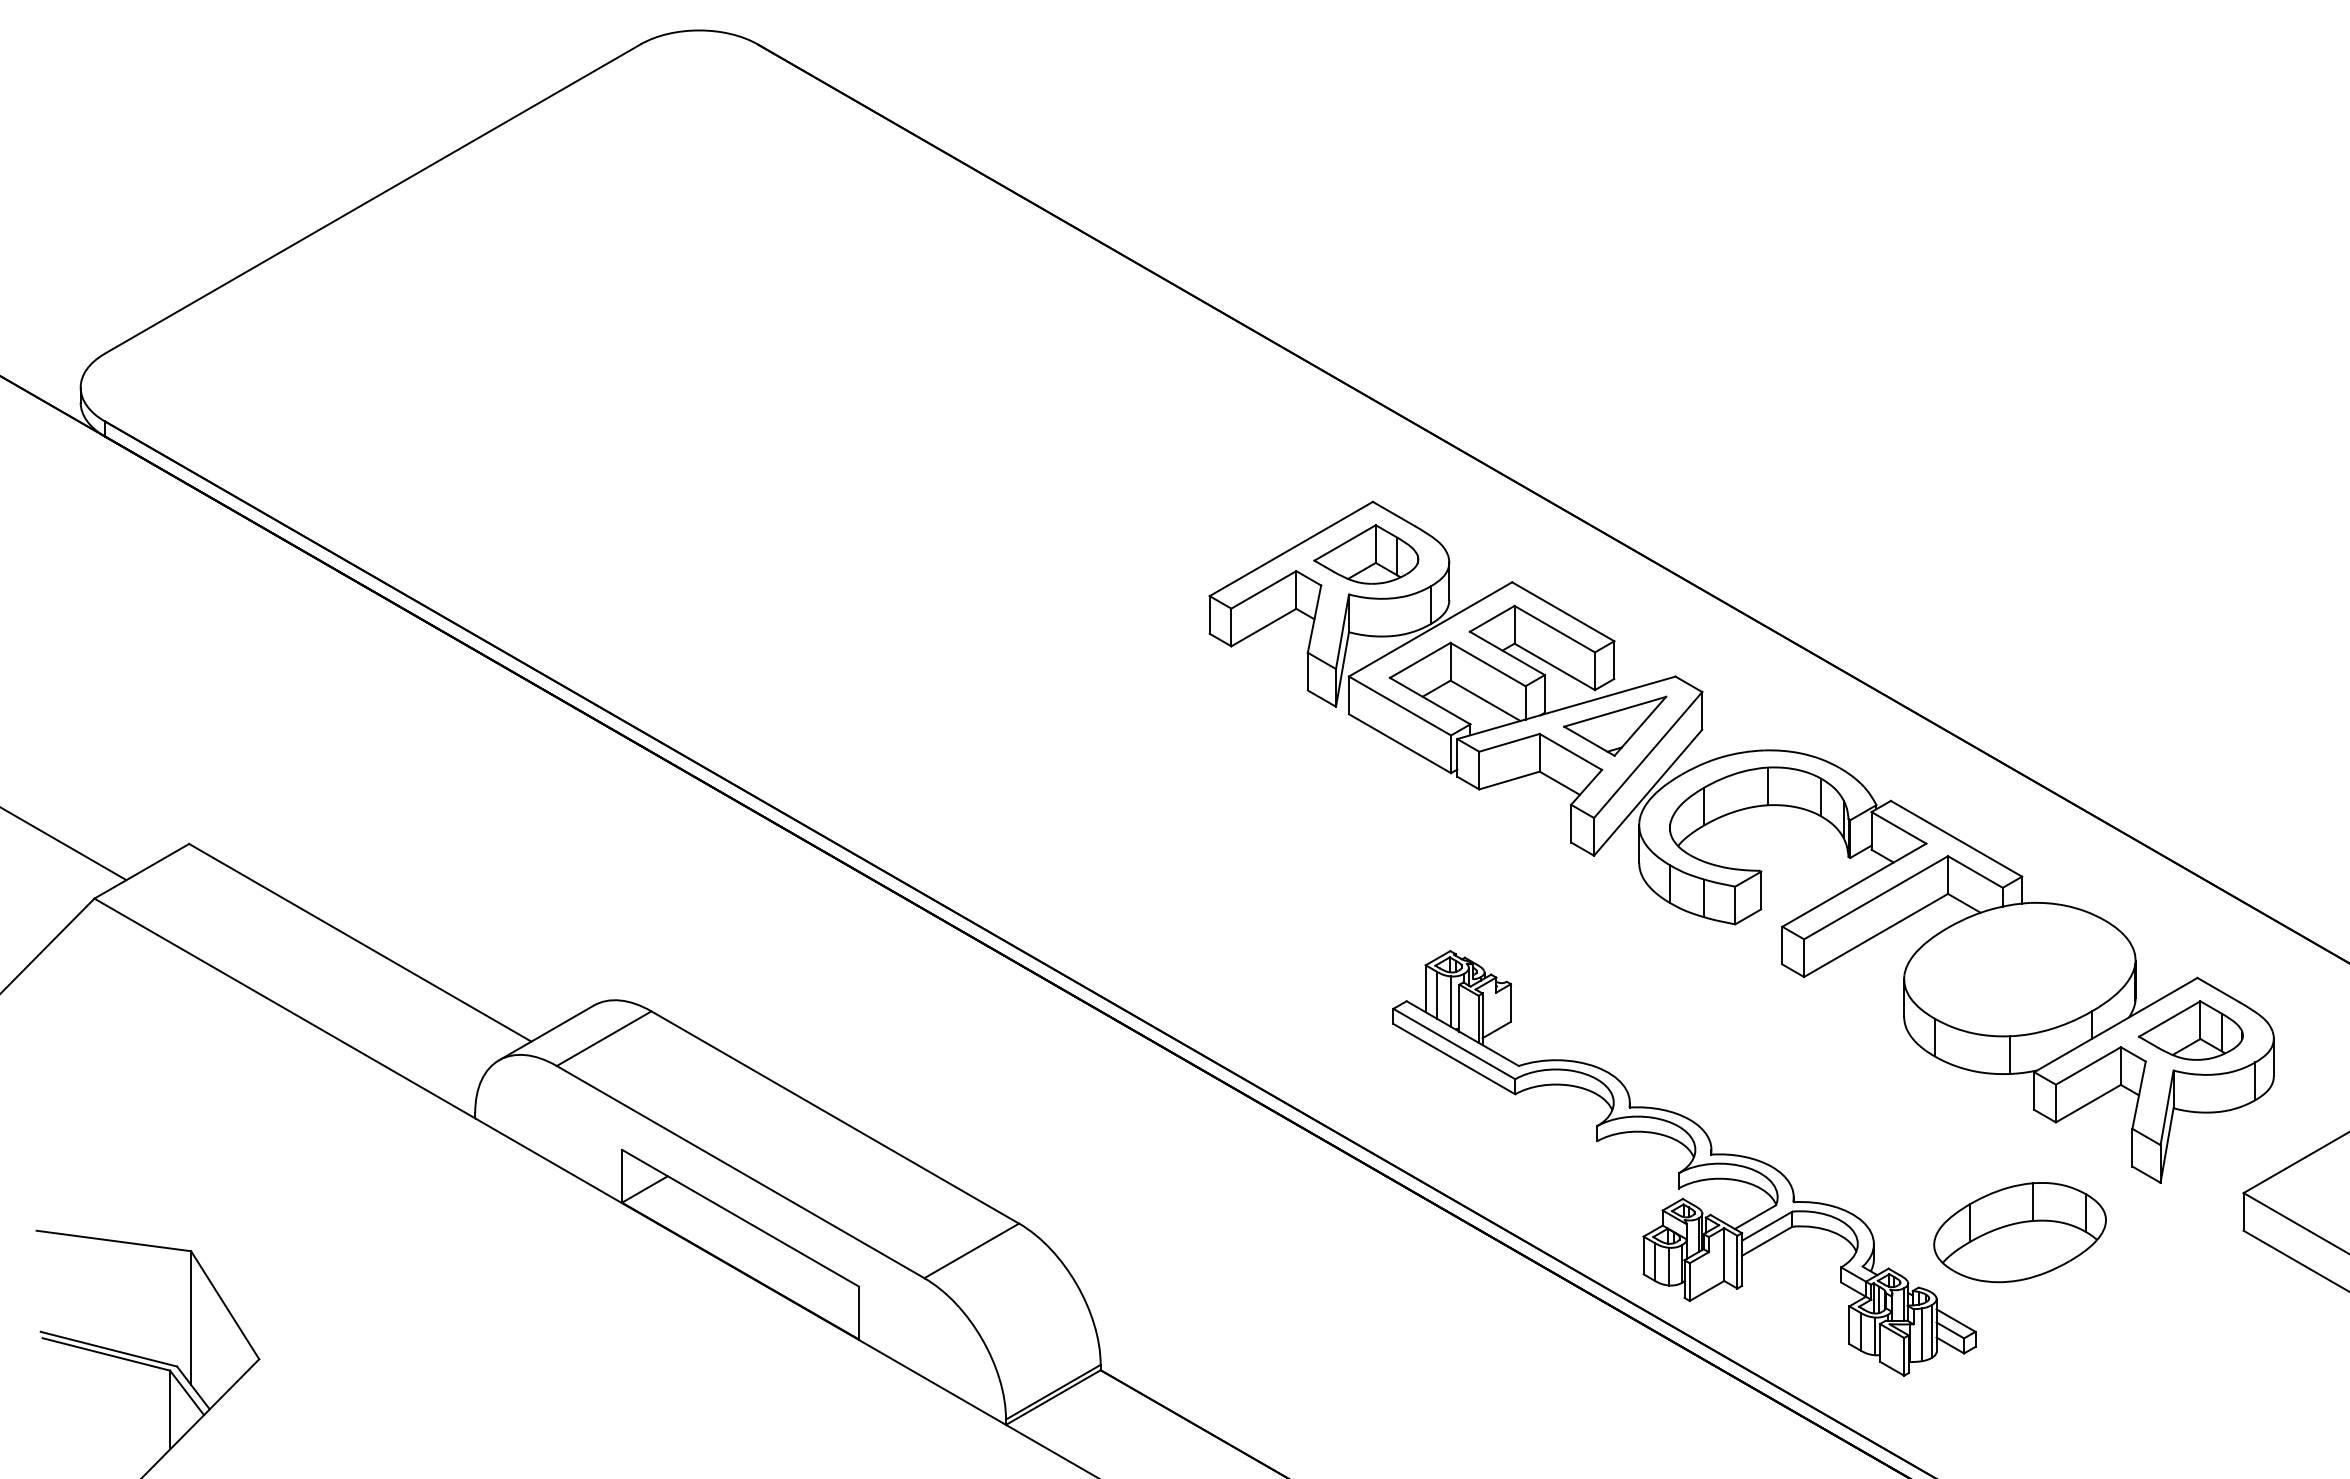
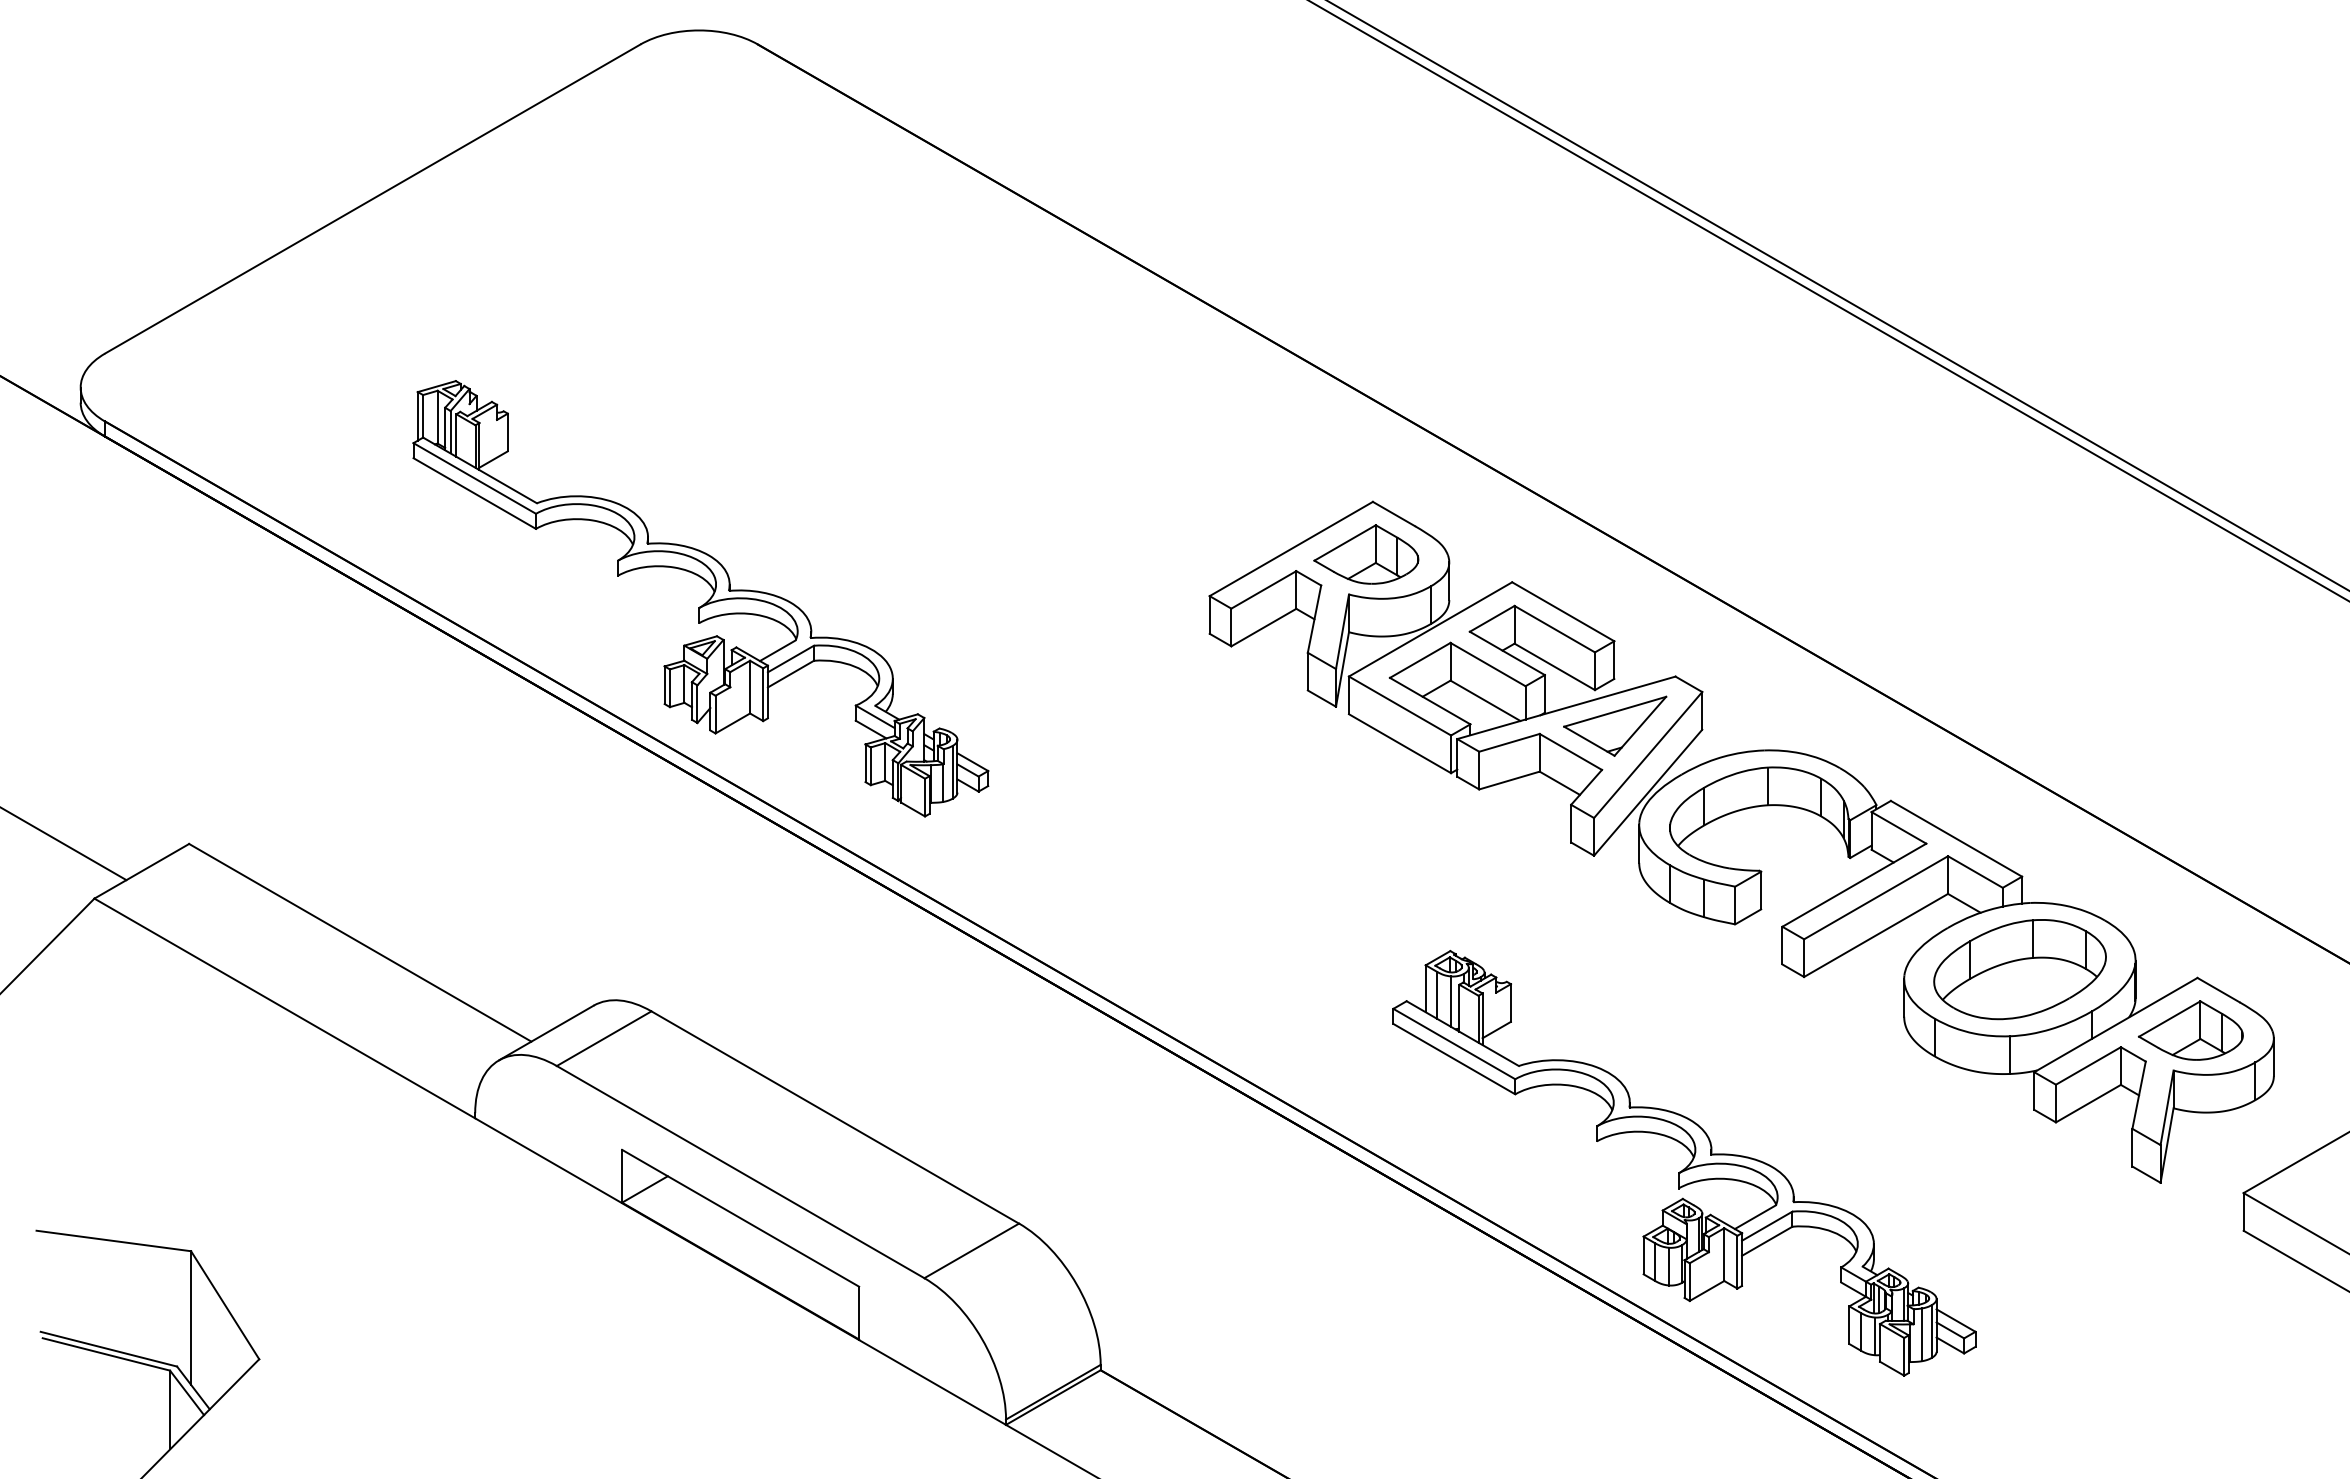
line at (1837, 295): none -> present
line at (1828, 301): none -> present
part at (702, 604): none -> present
part at (2019, 1232) position: (2019, 1232) -> (2019, 969)
